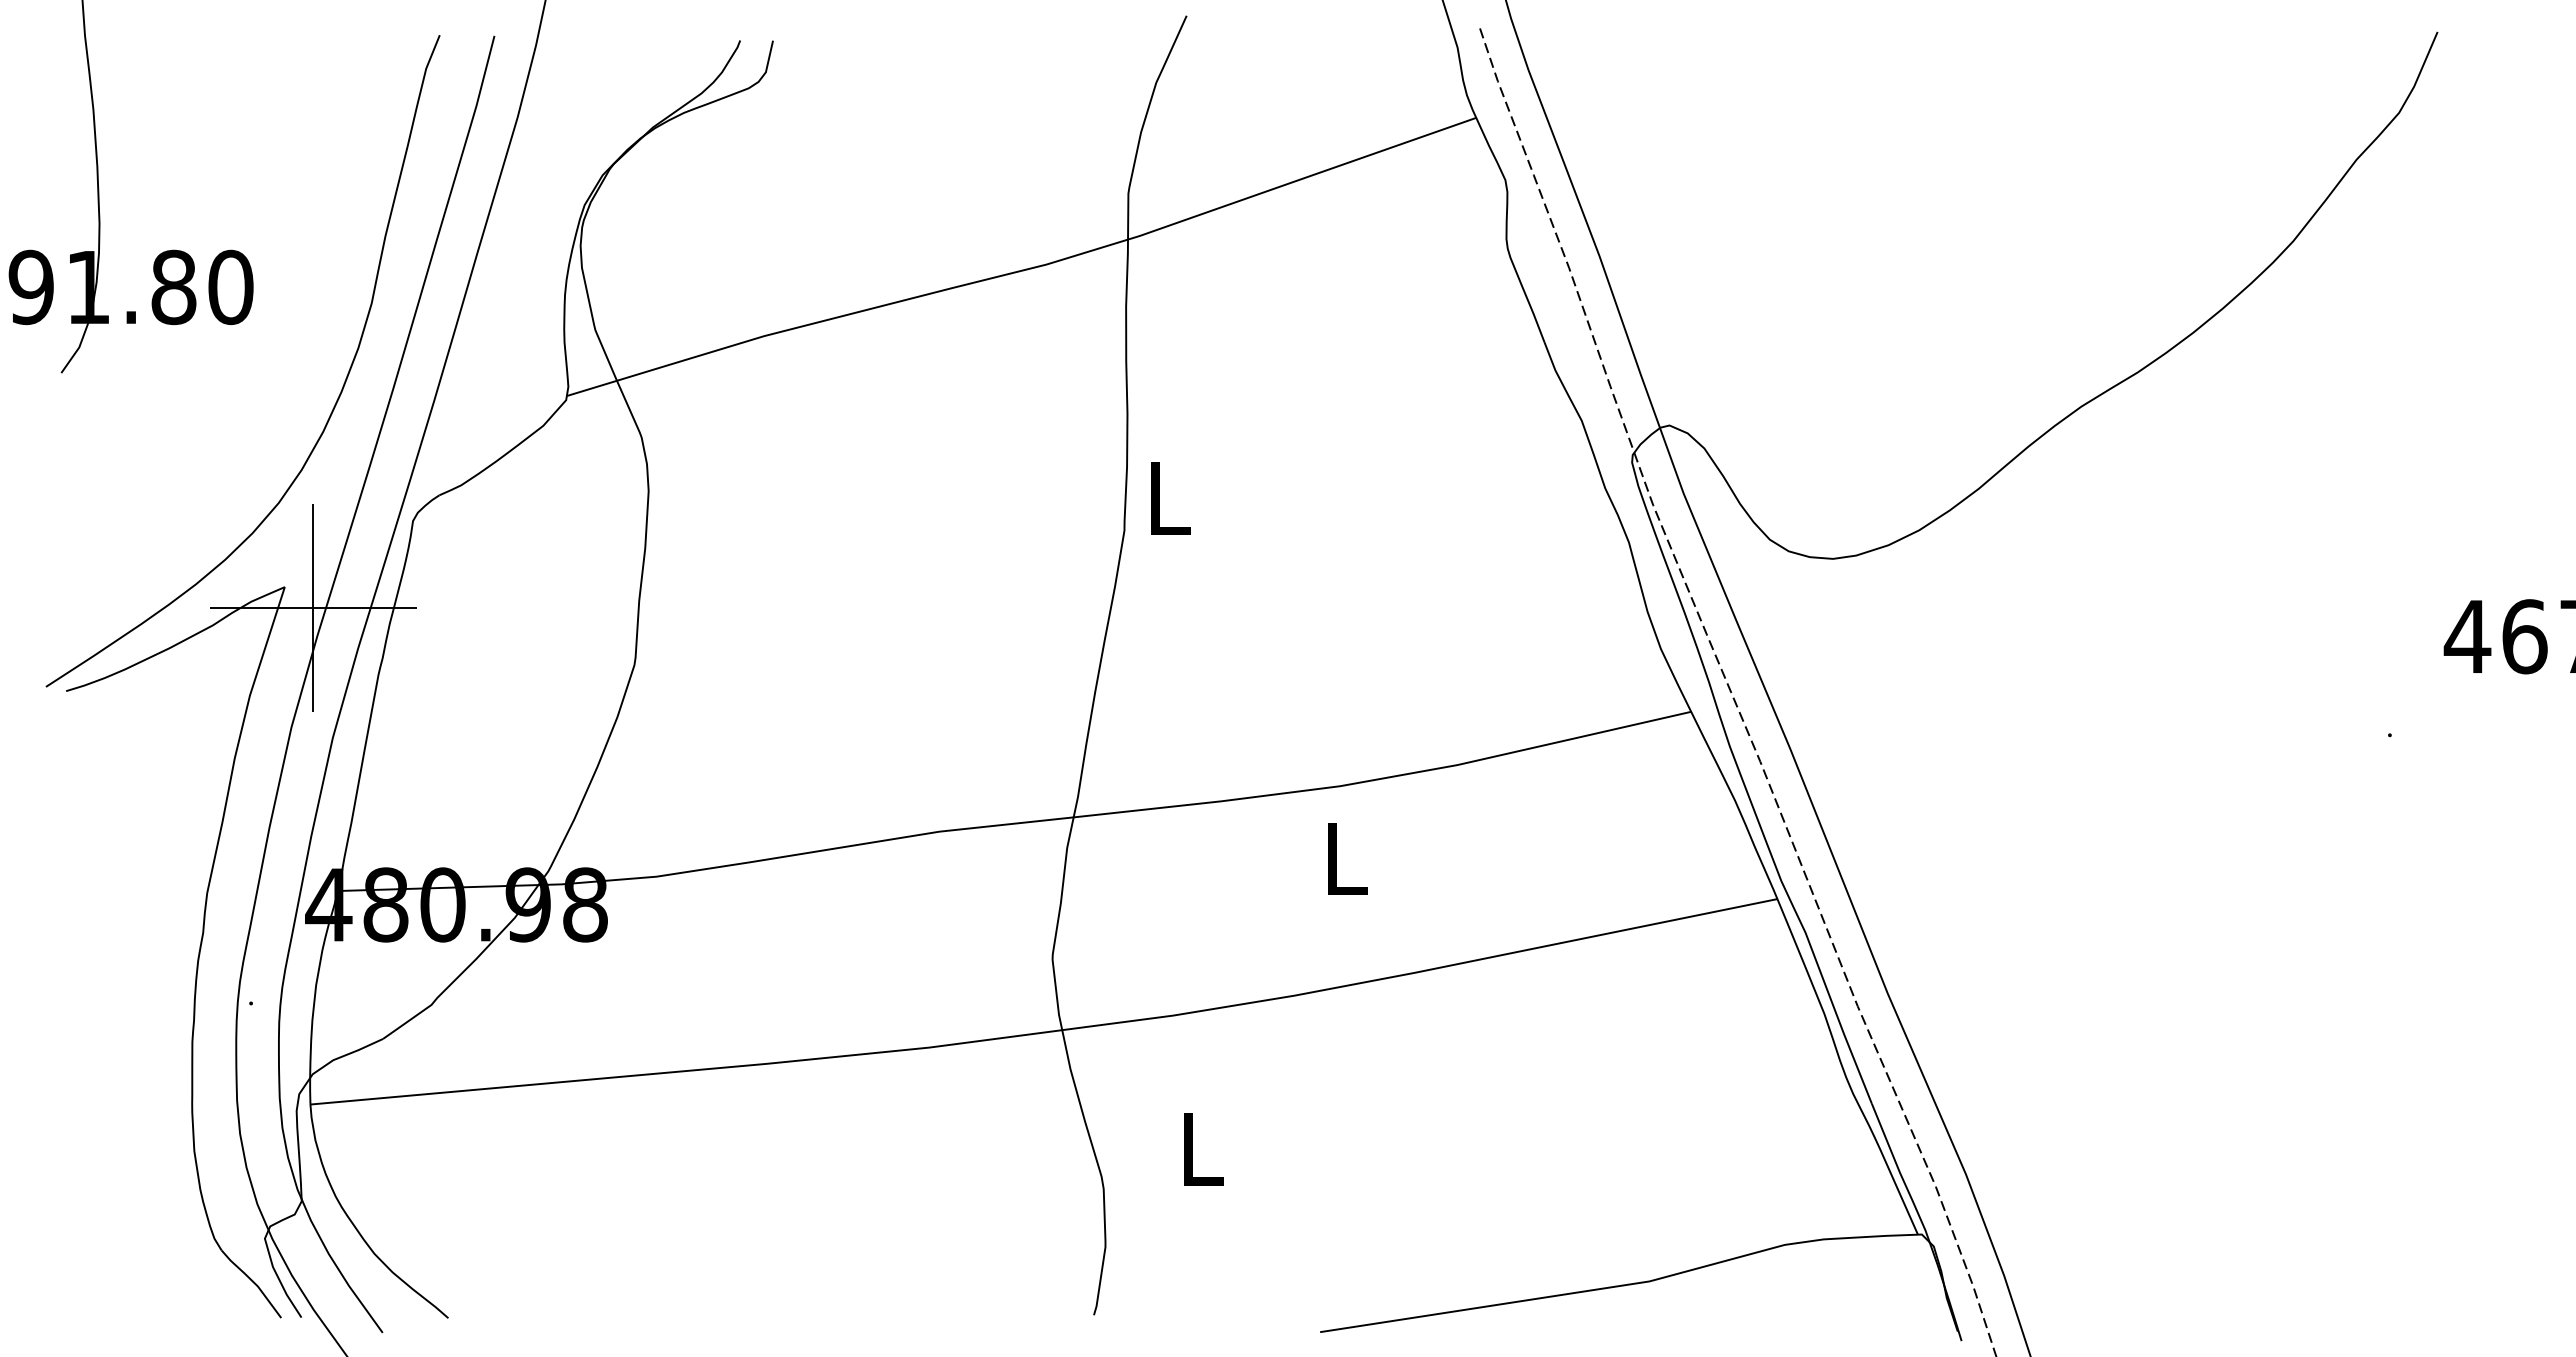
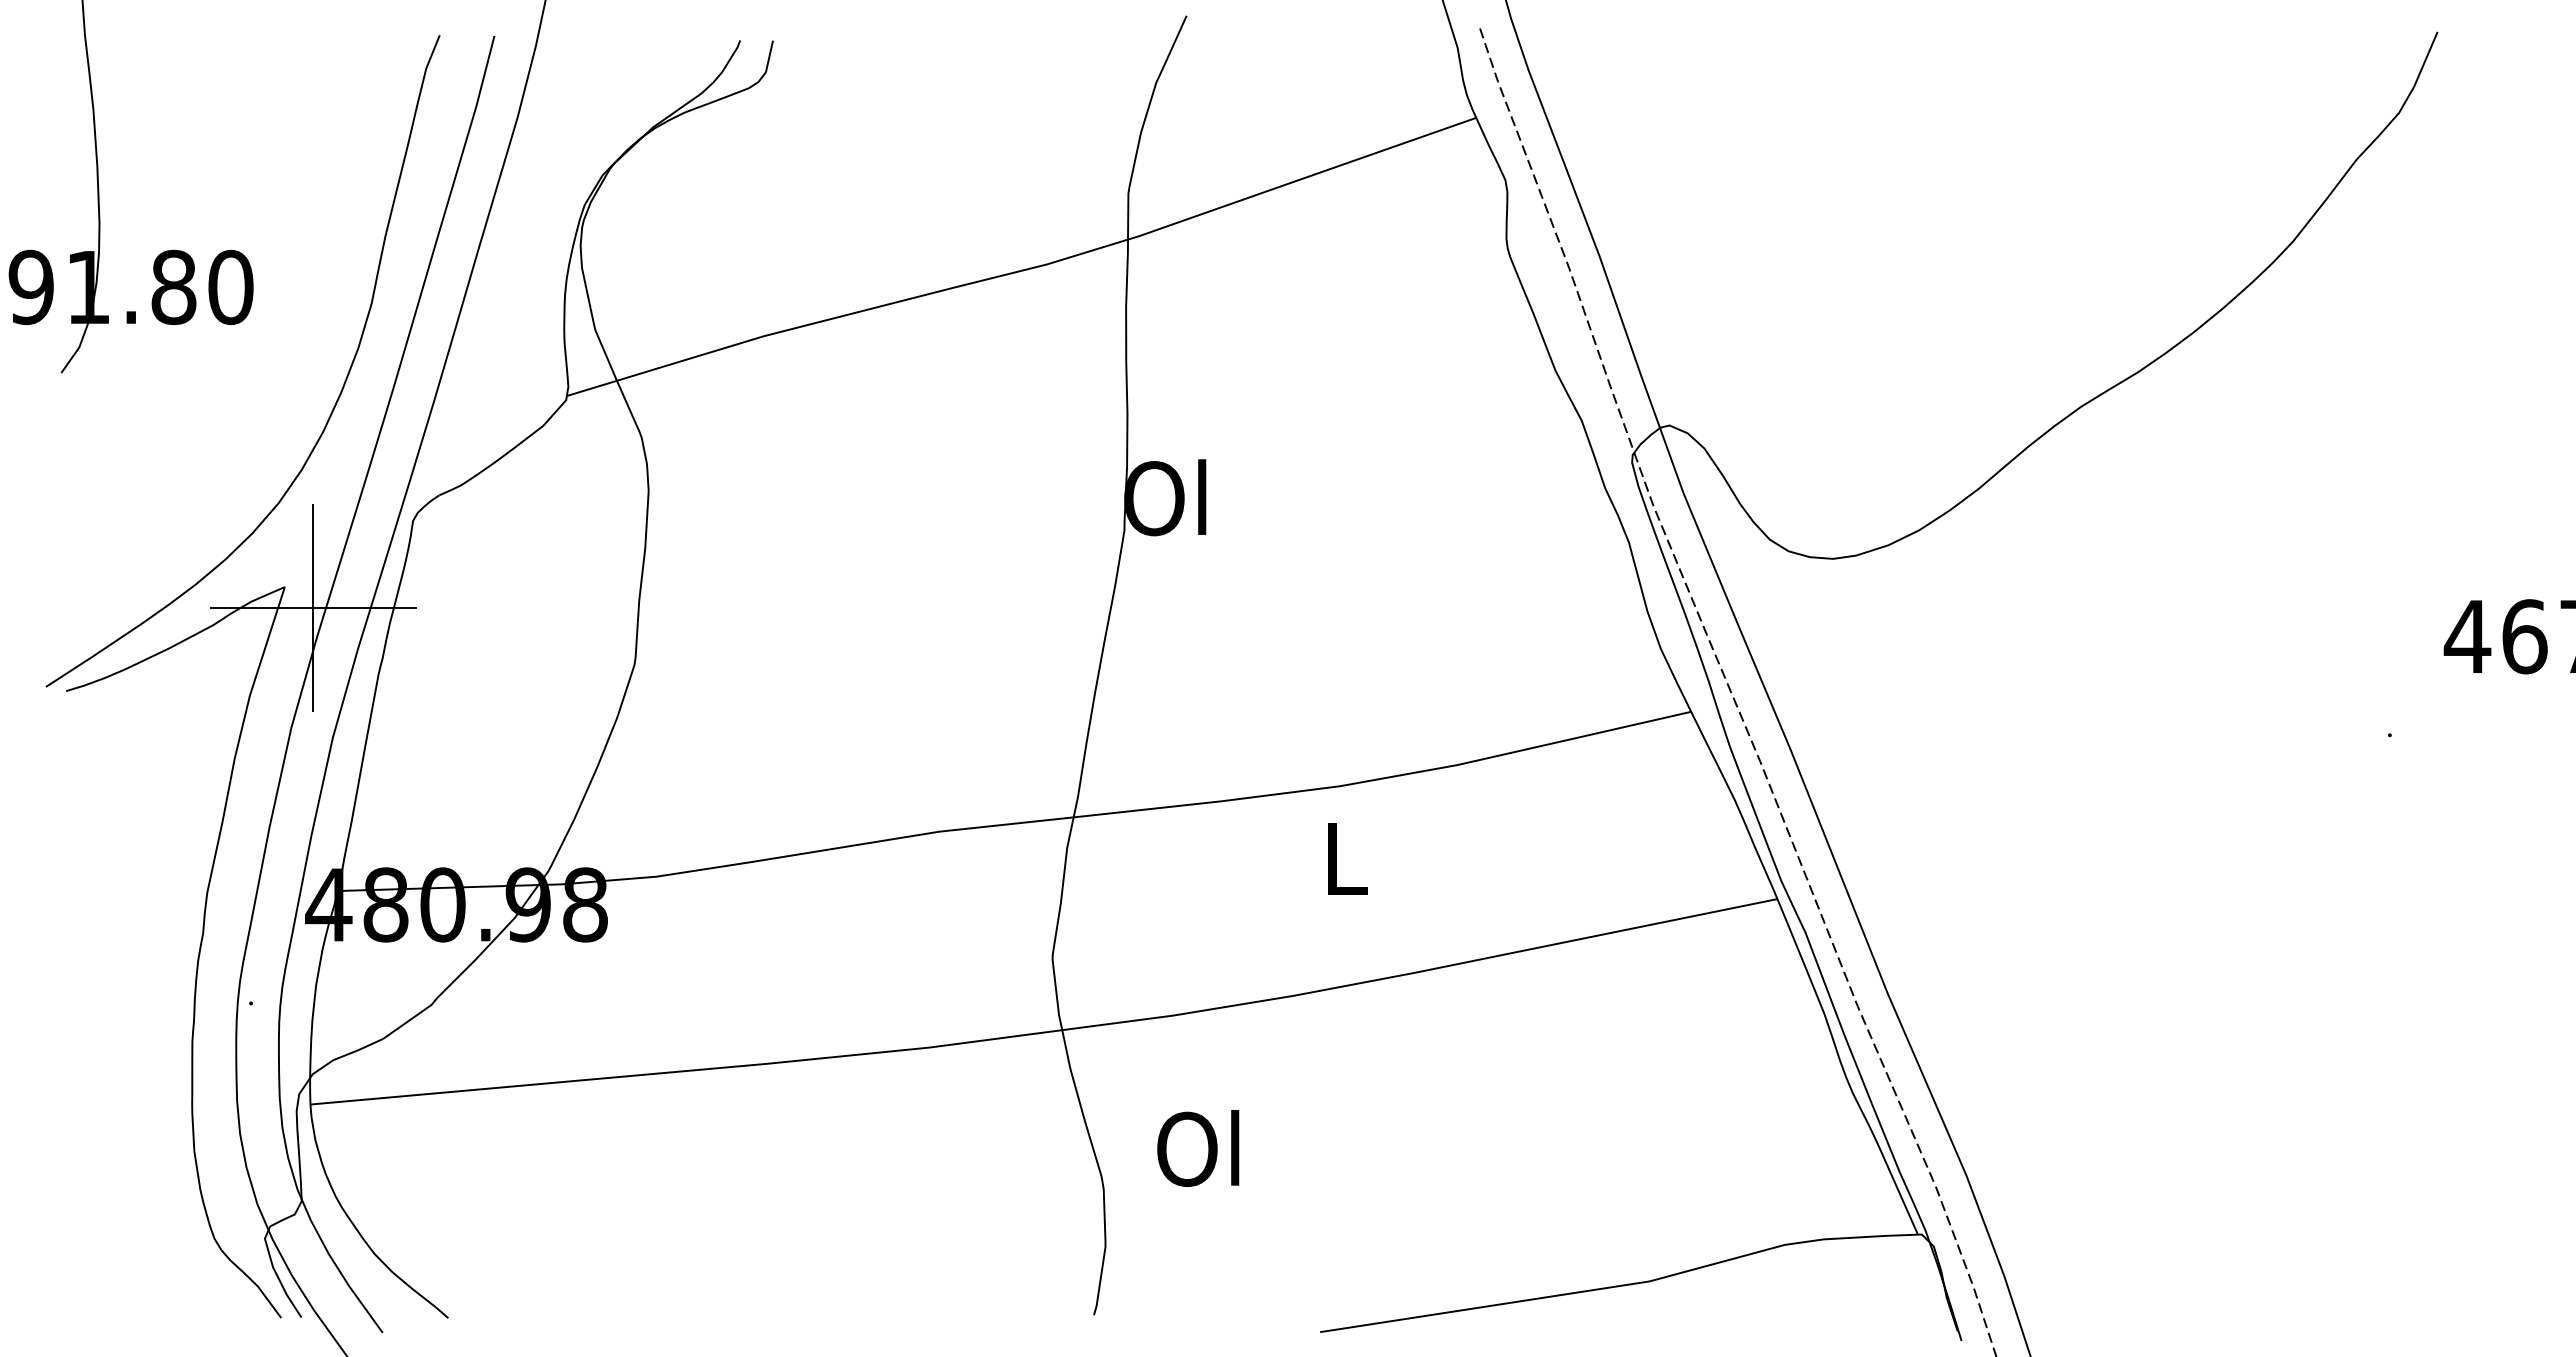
text at (1165, 497): L -> Ol
text at (1198, 1148): L -> Ol
